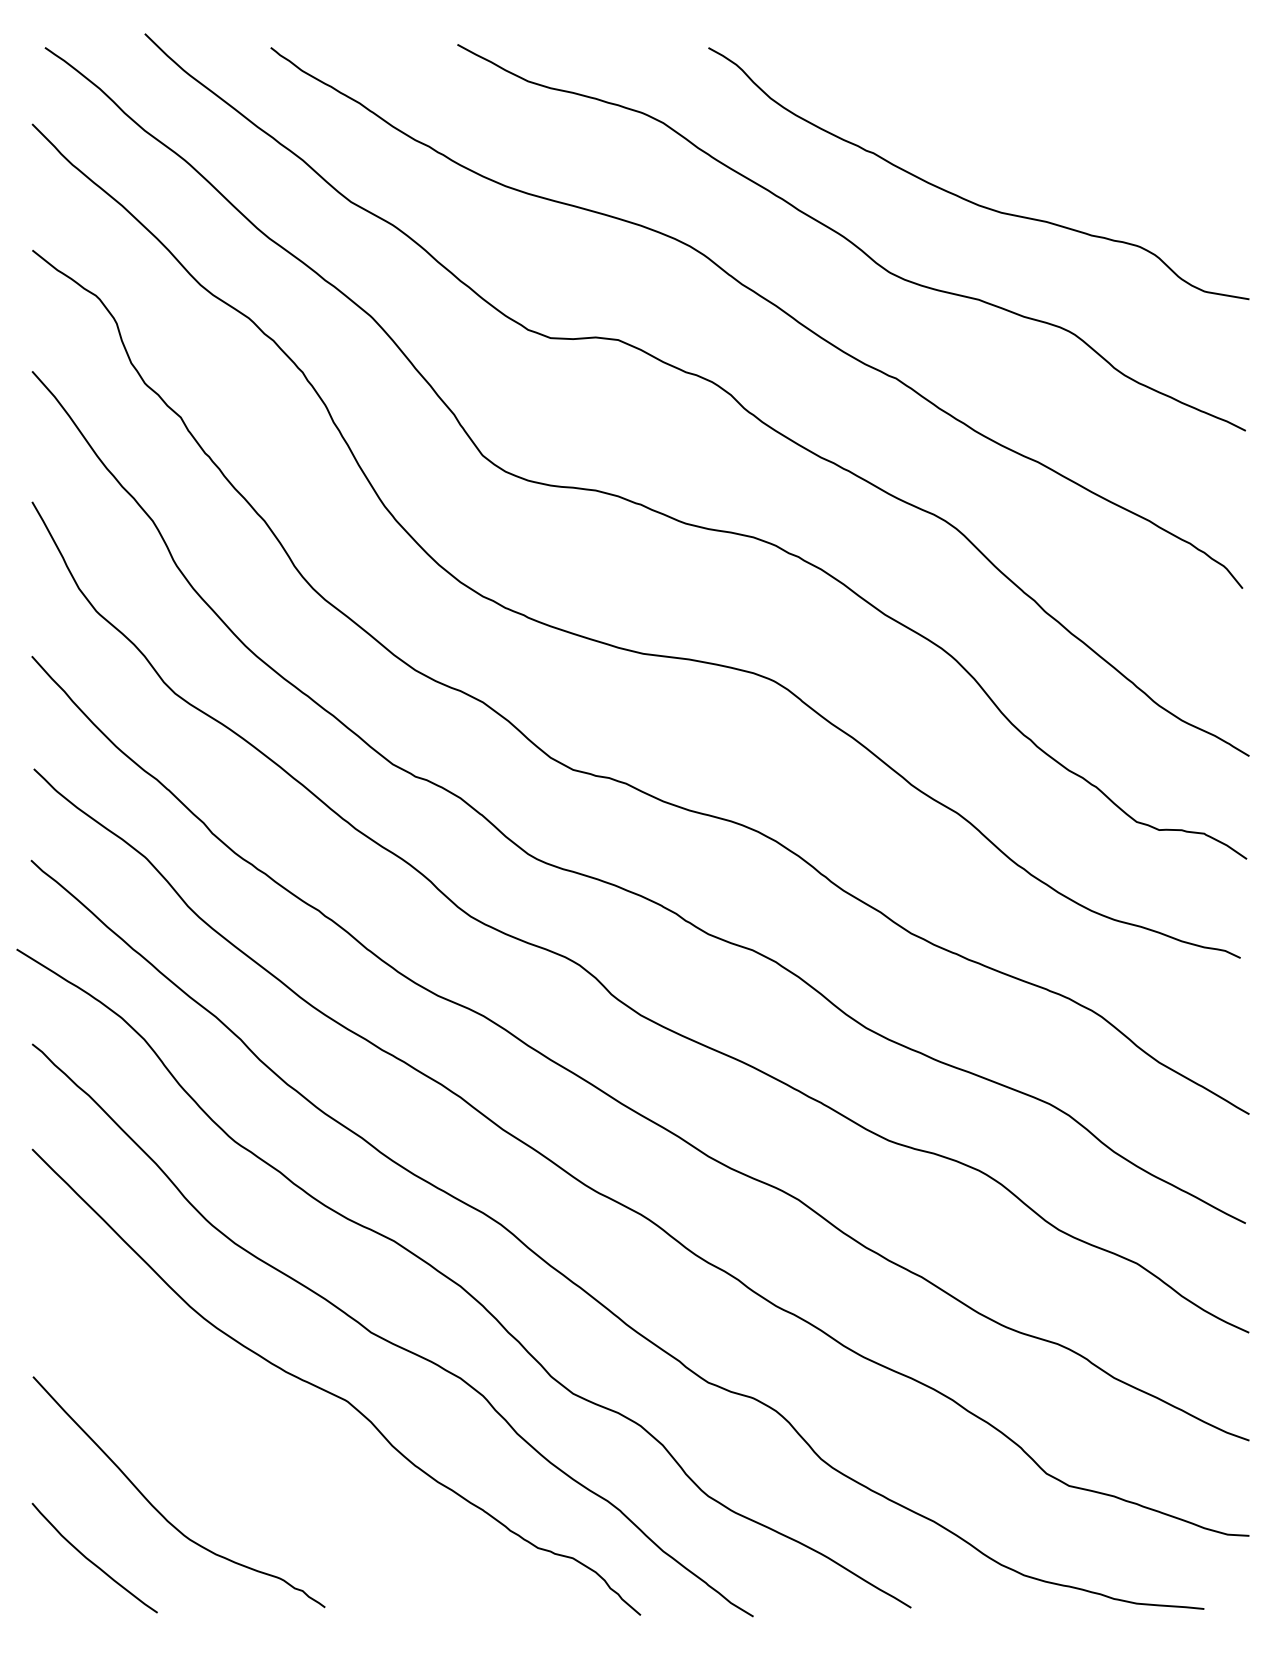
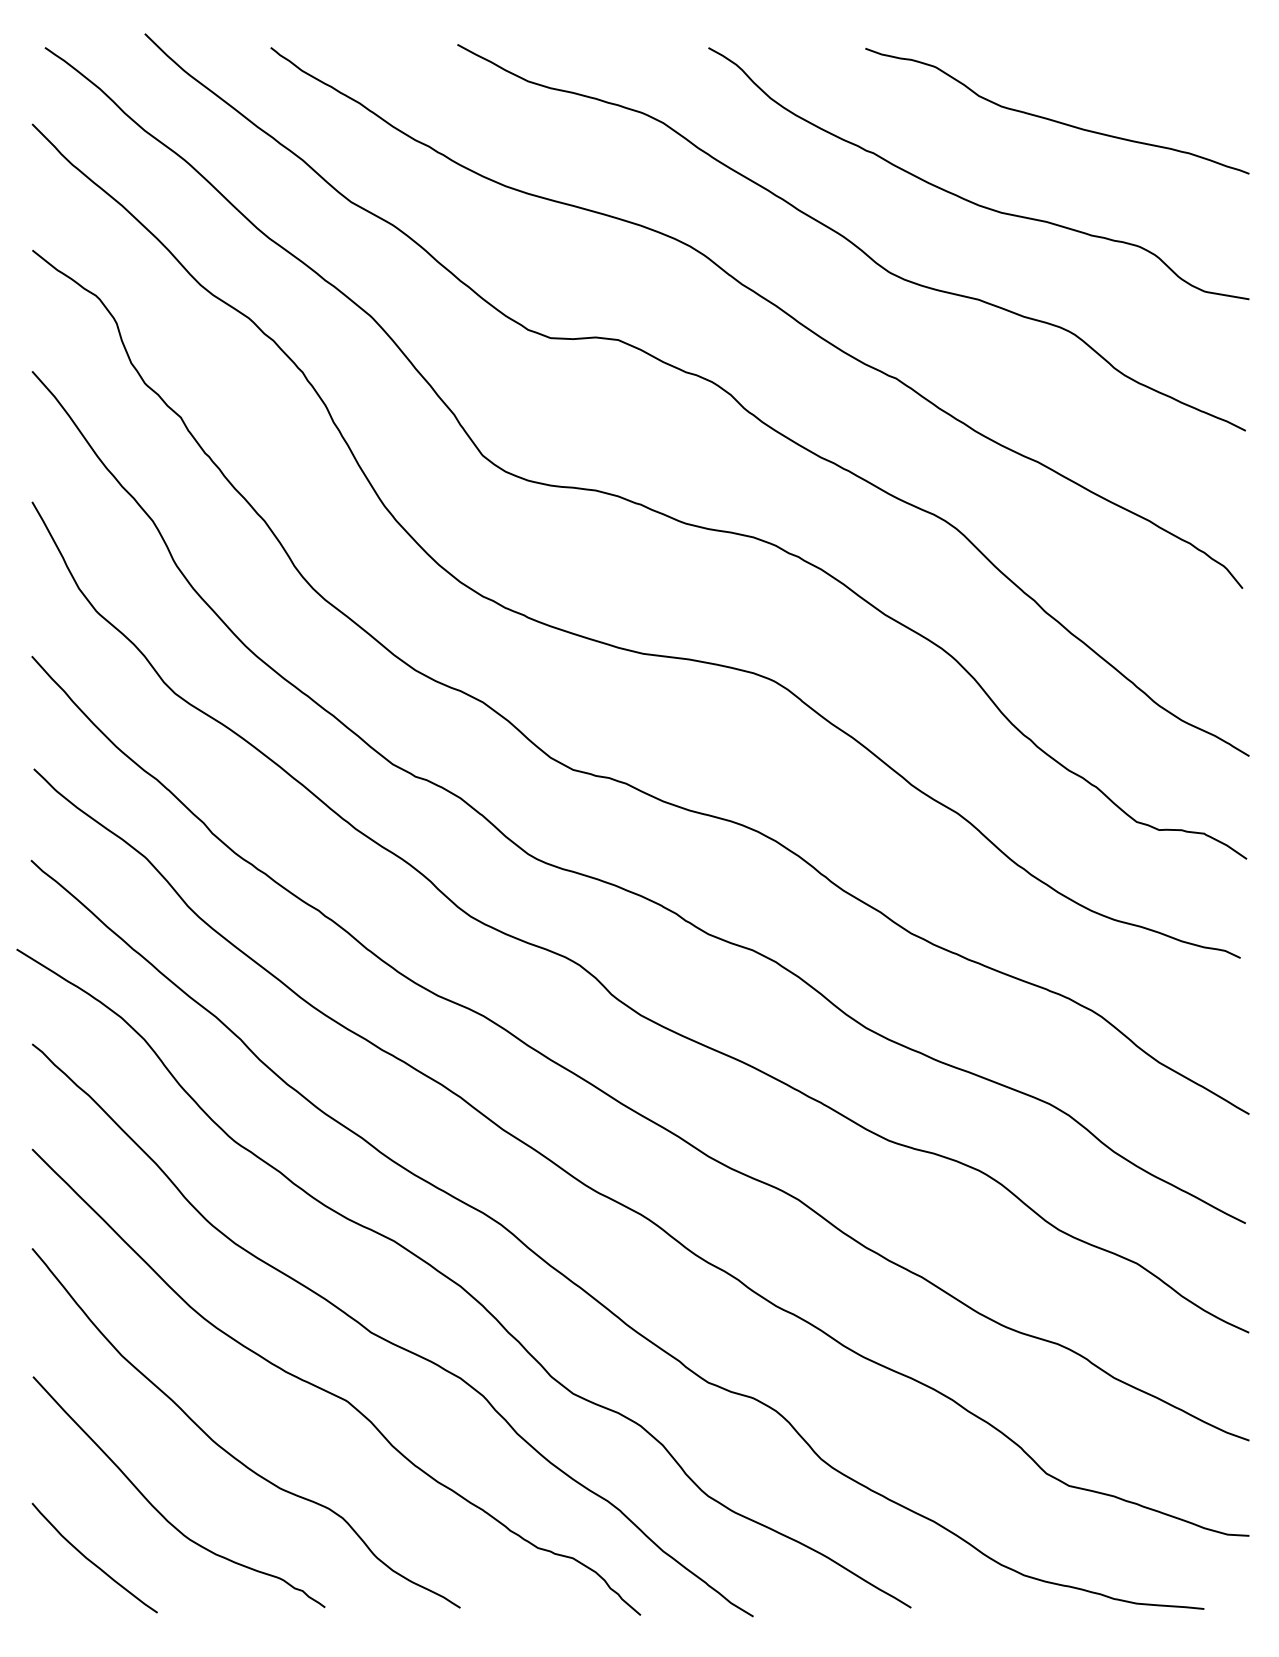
curve at (1053, 119): none -> present
curve at (229, 1452): none -> present
